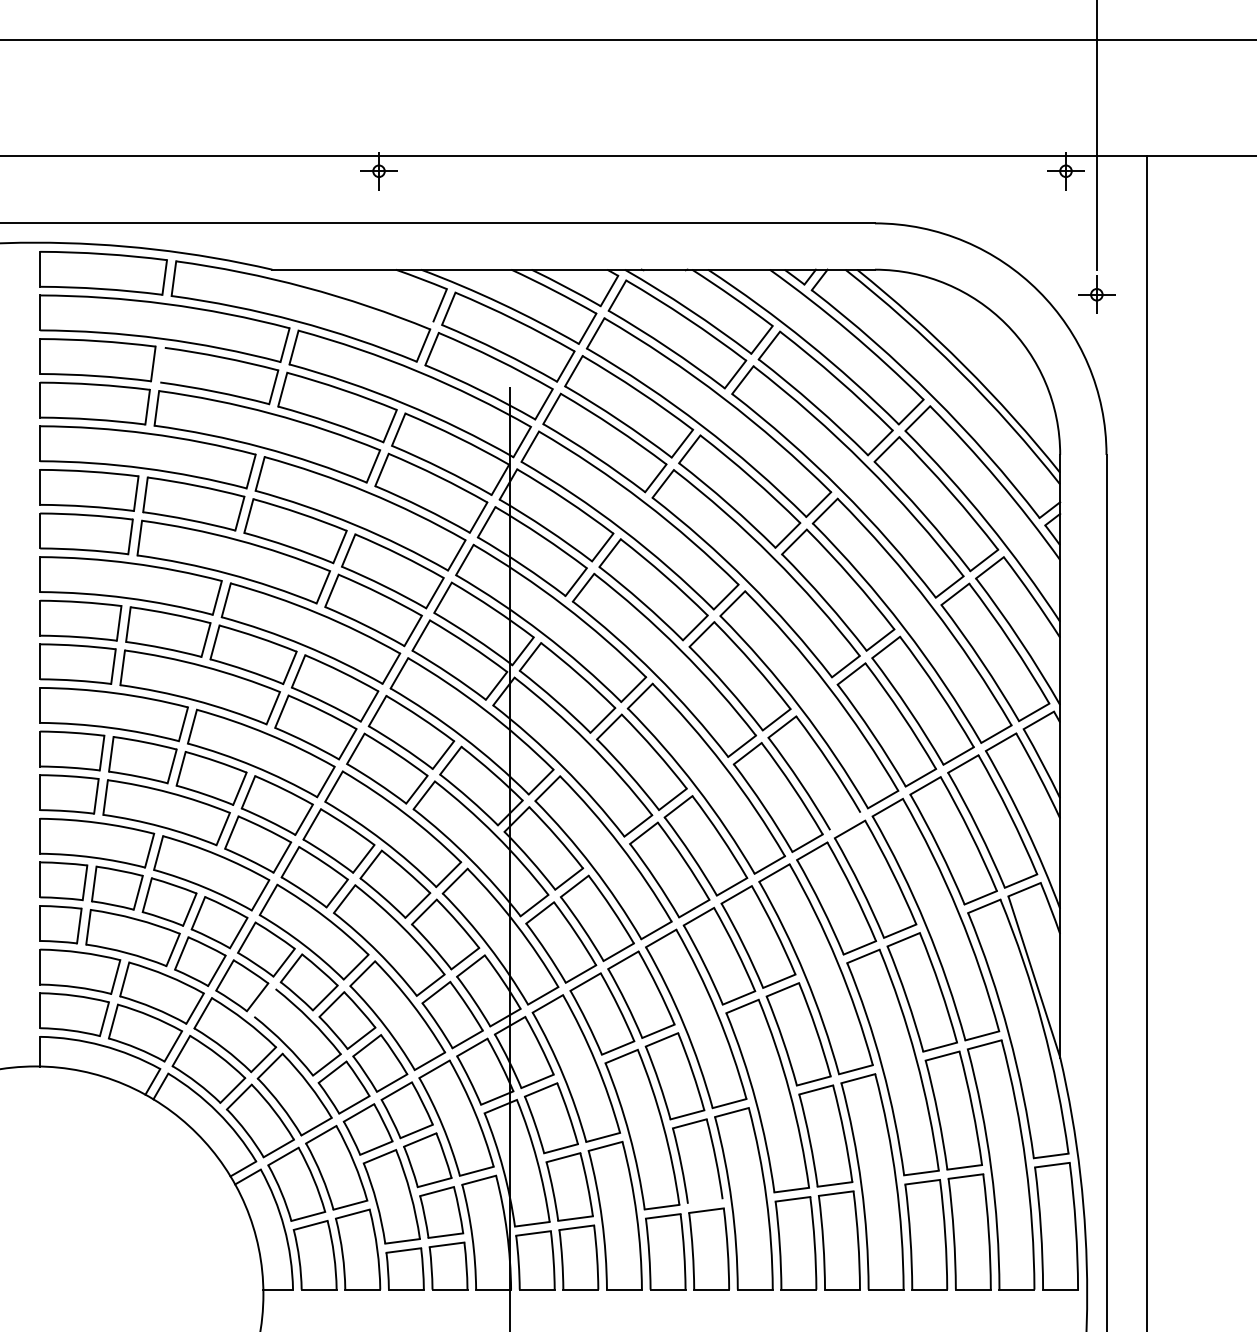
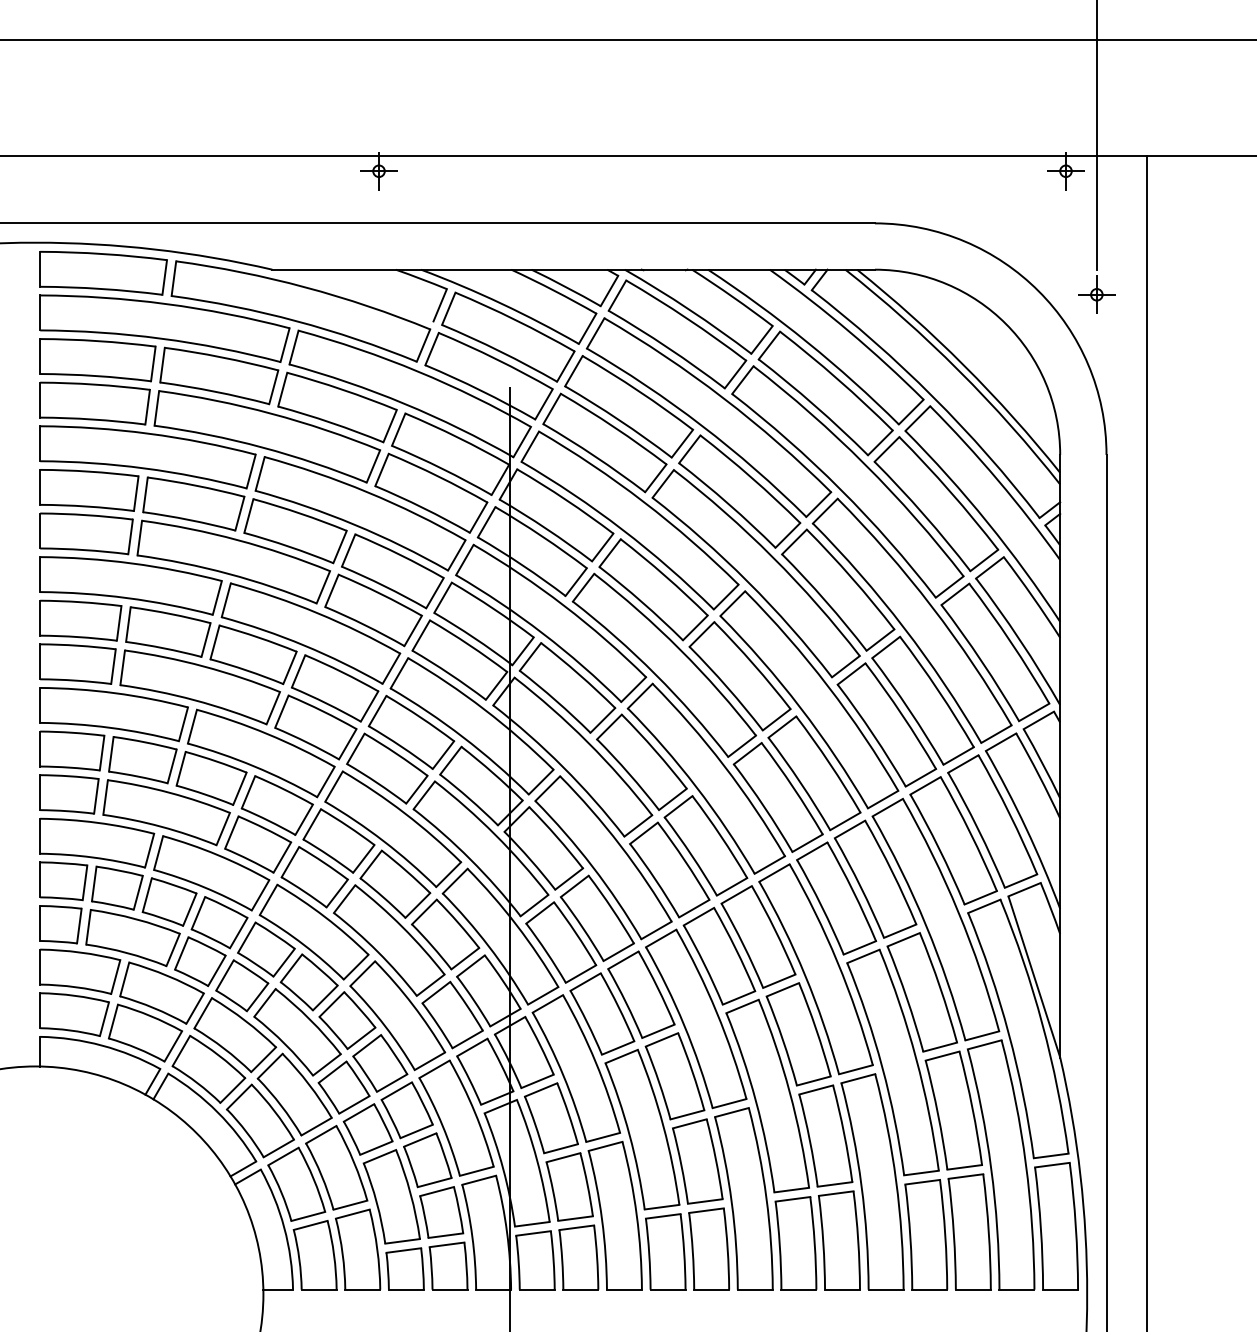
line at (162, 364): none -> present
line at (845, 821): none -> present
line at (264, 1002): none -> present
line at (704, 1201): none -> present
